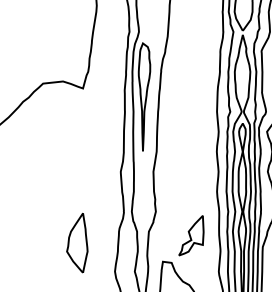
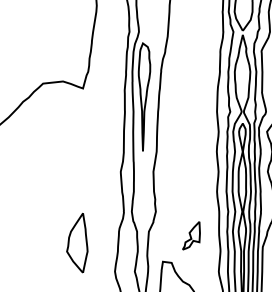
part at (191, 235) size: 27x42 px -> 19x30 px
